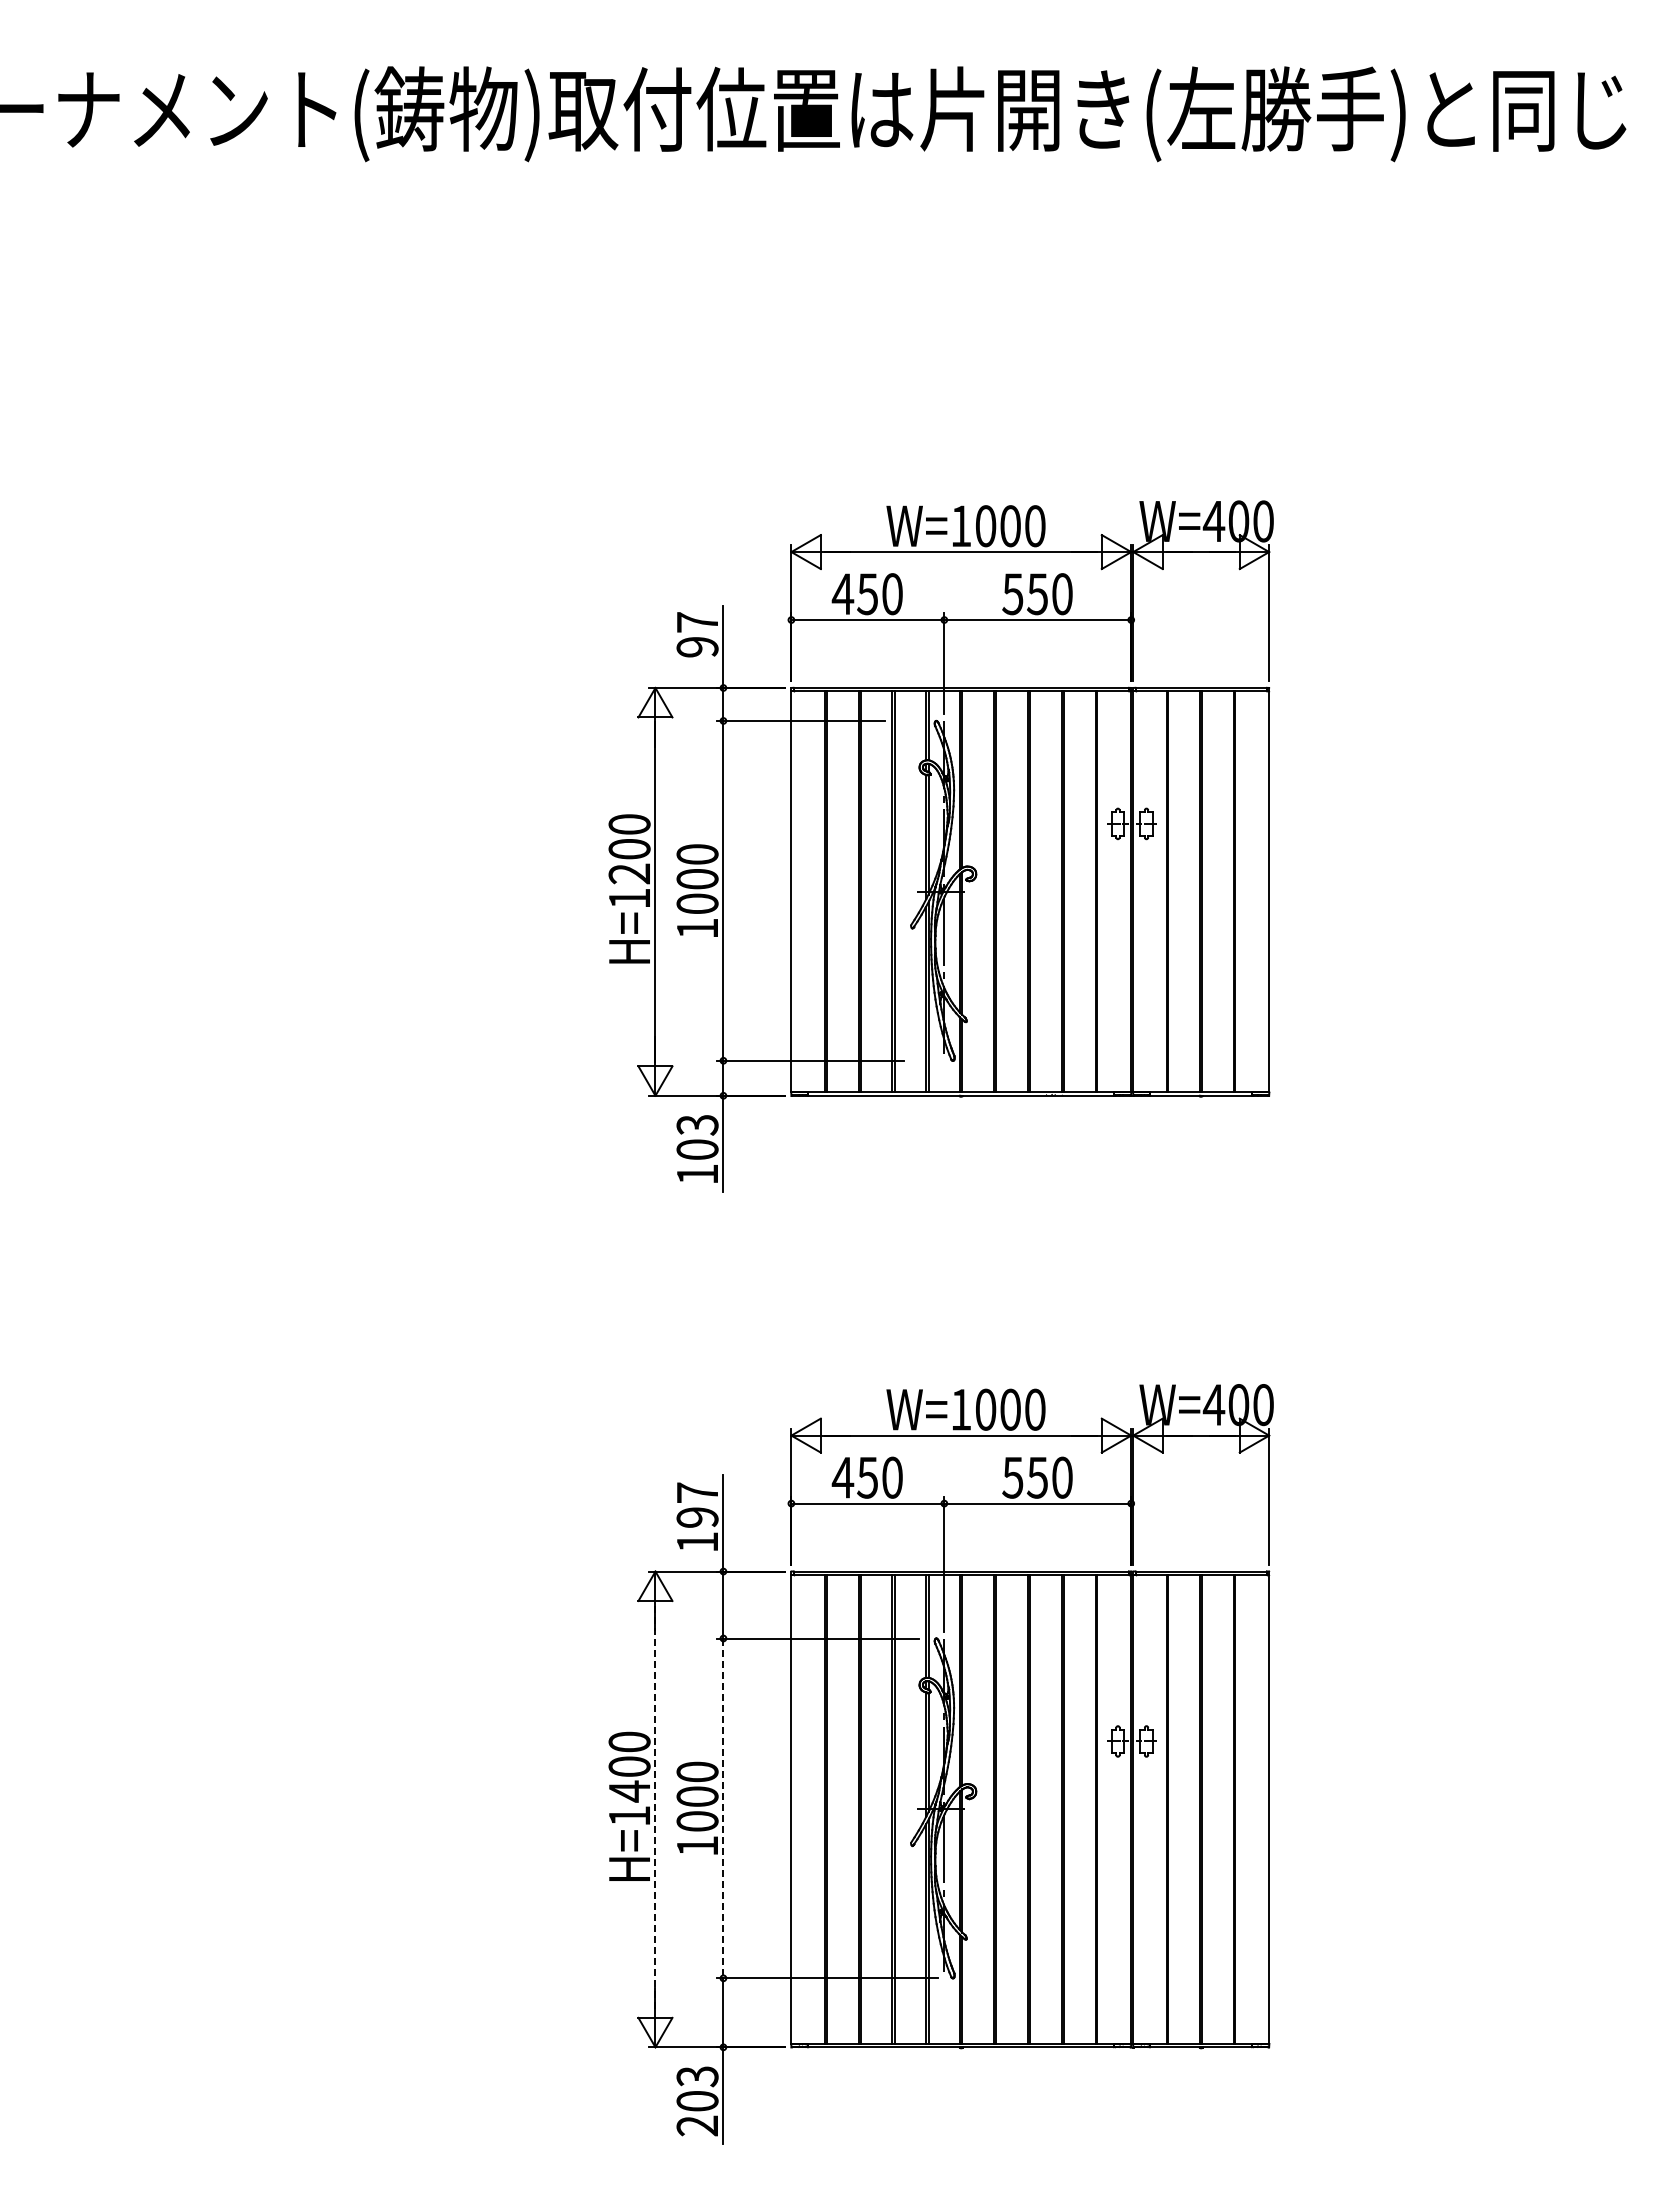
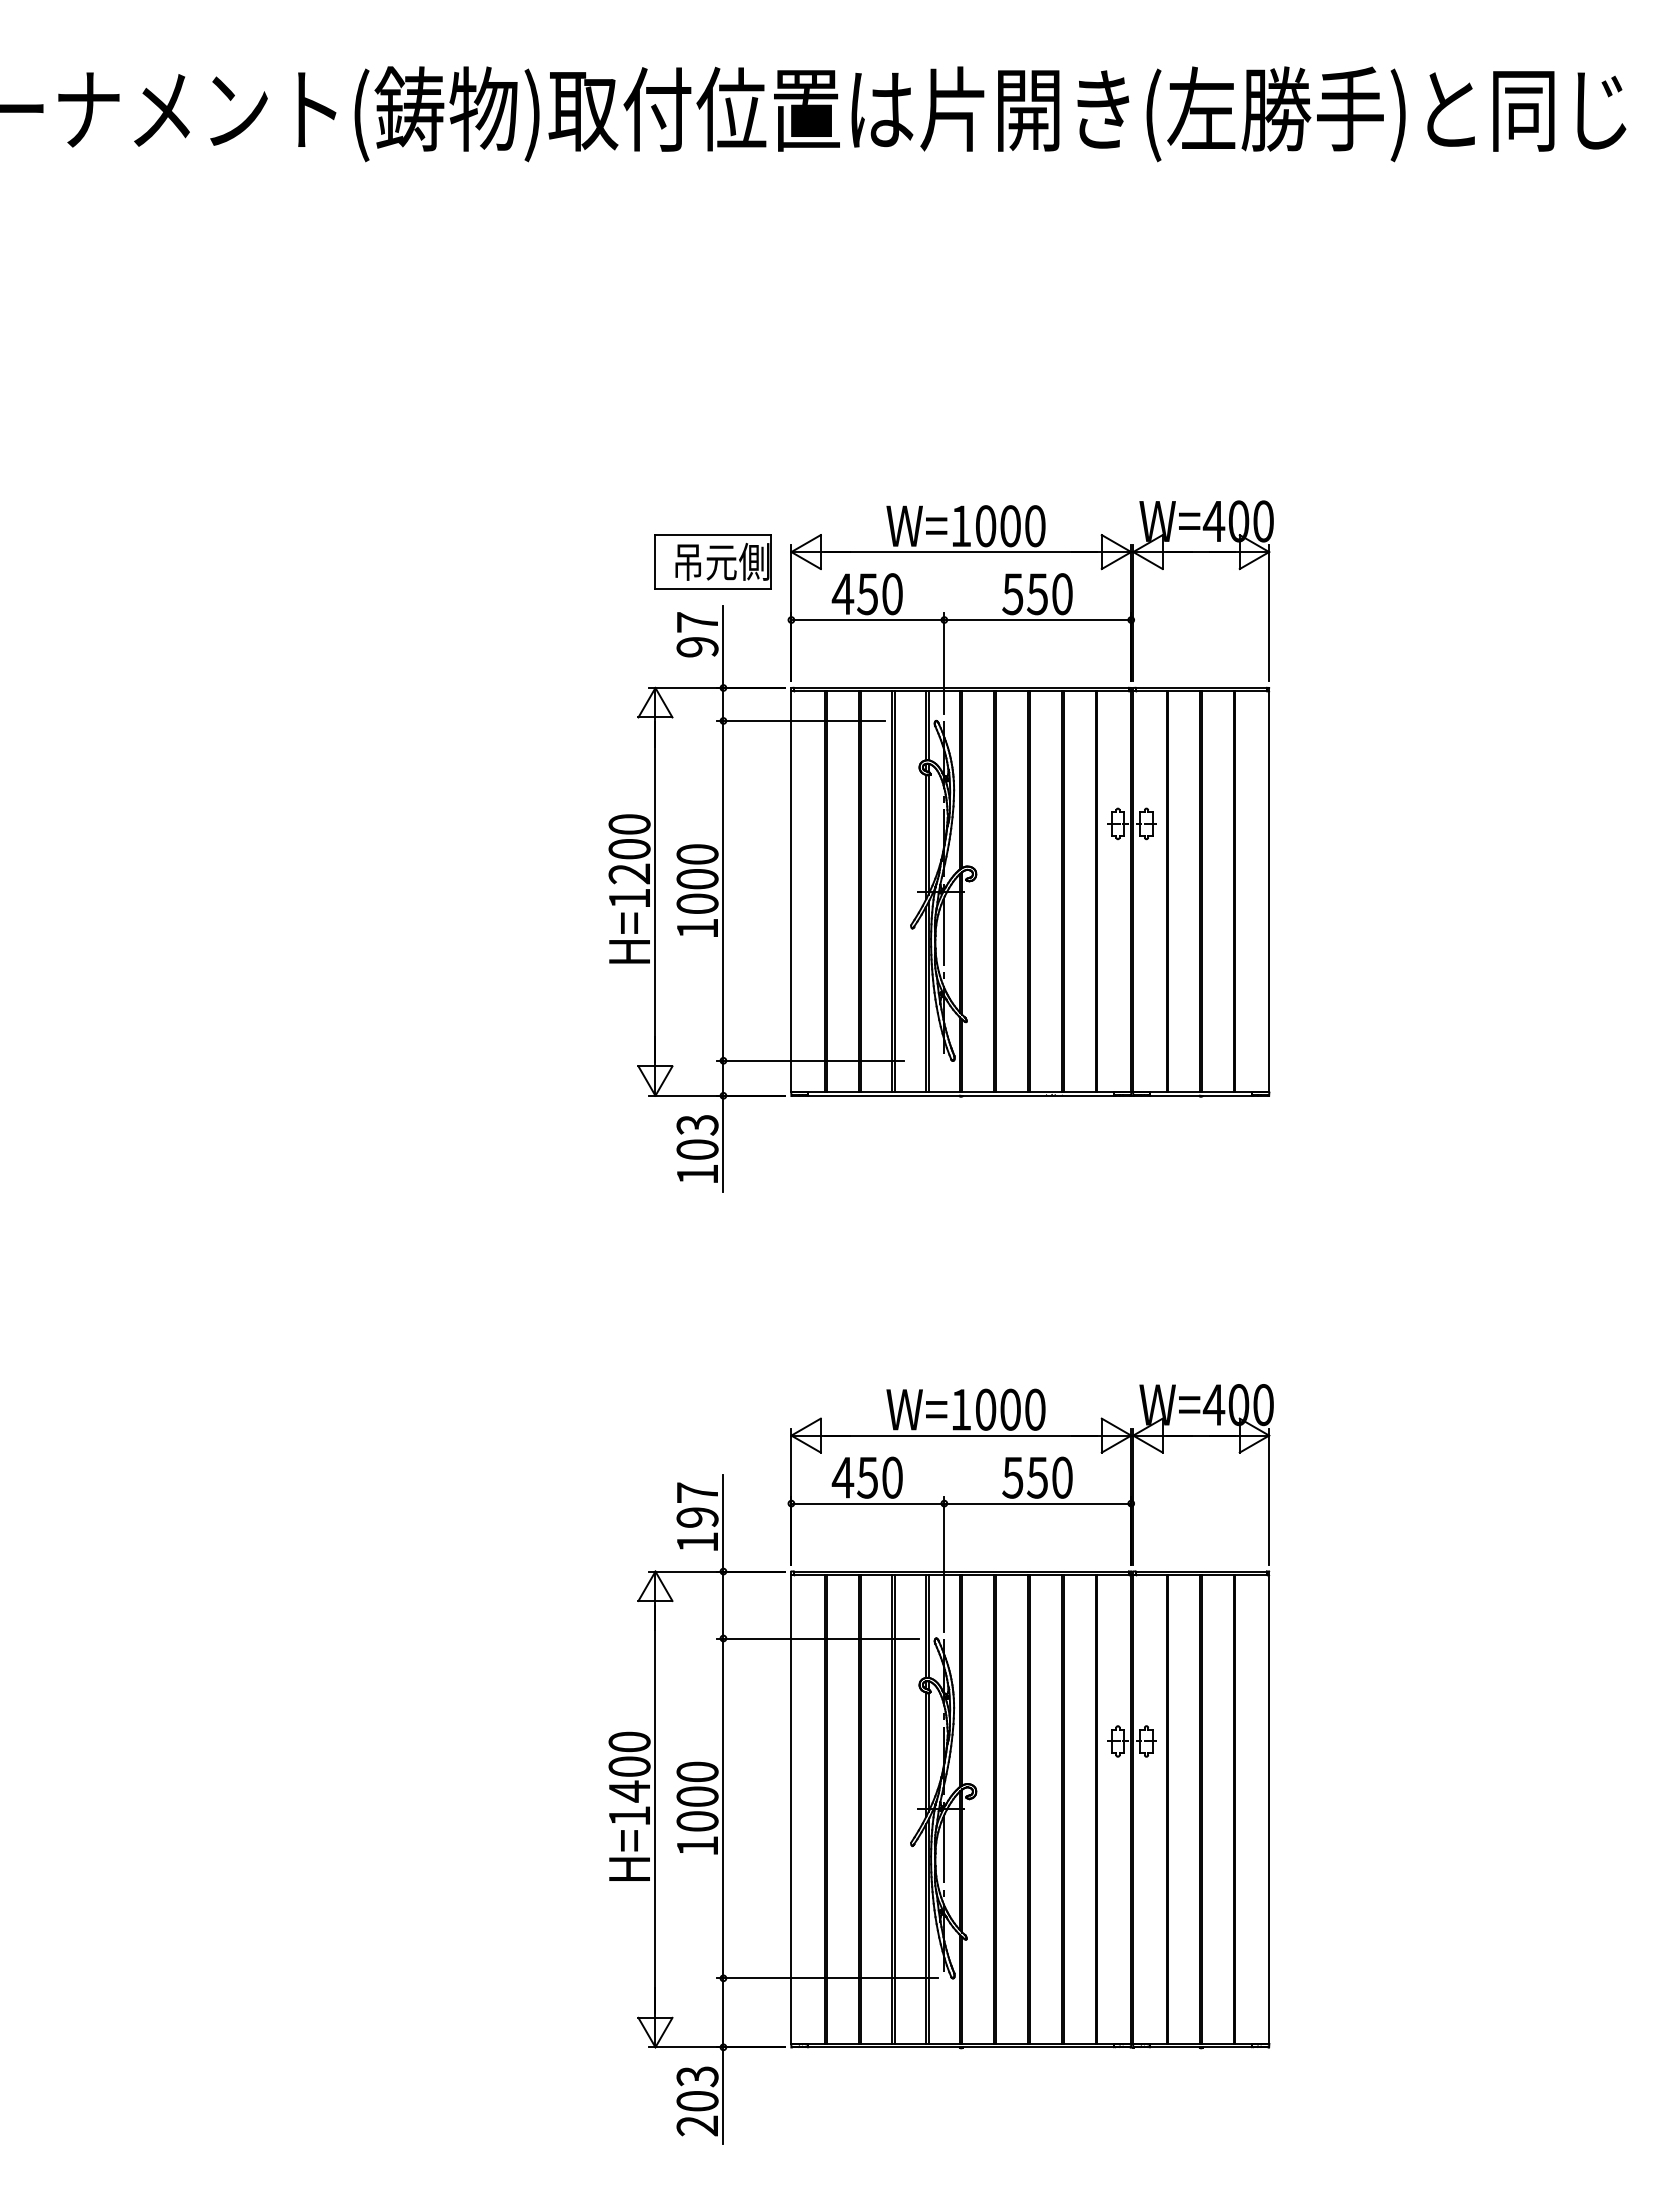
part at (712, 561): none -> present
line at (723, 1808): dashed -> solid
line at (655, 1809): dashed -> solid
